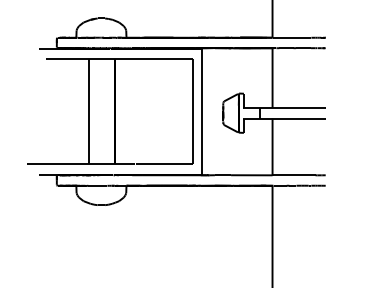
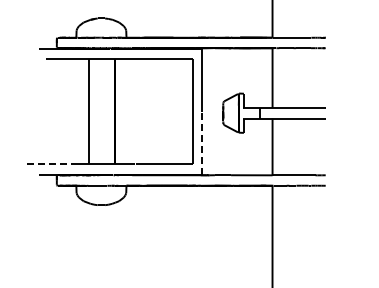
line at (201, 143): solid -> dashed
line at (49, 164): solid -> dashed
